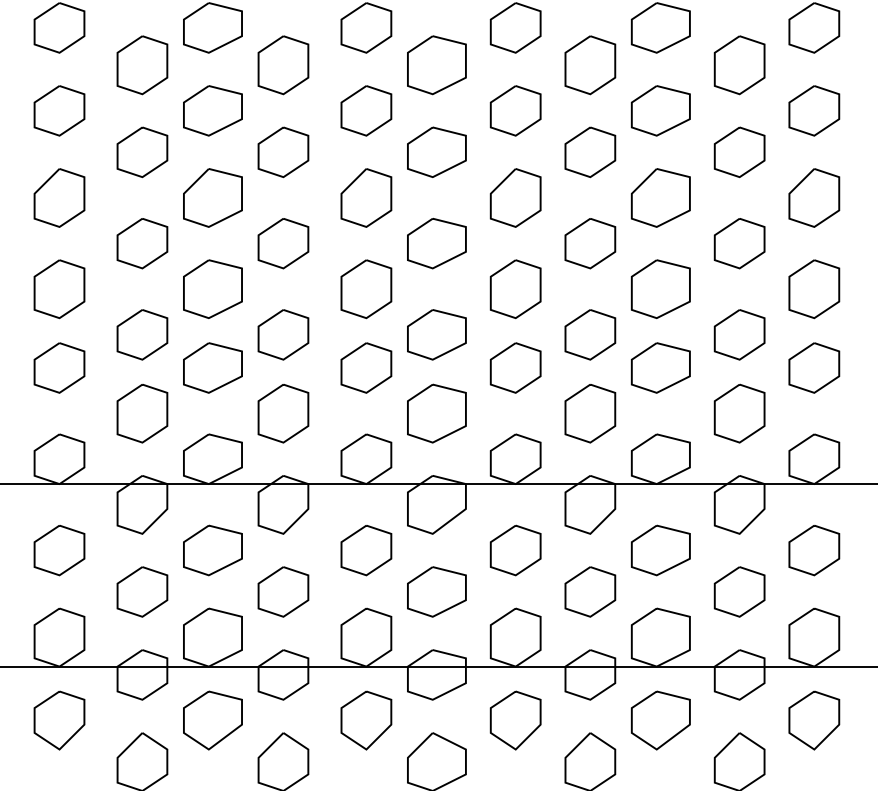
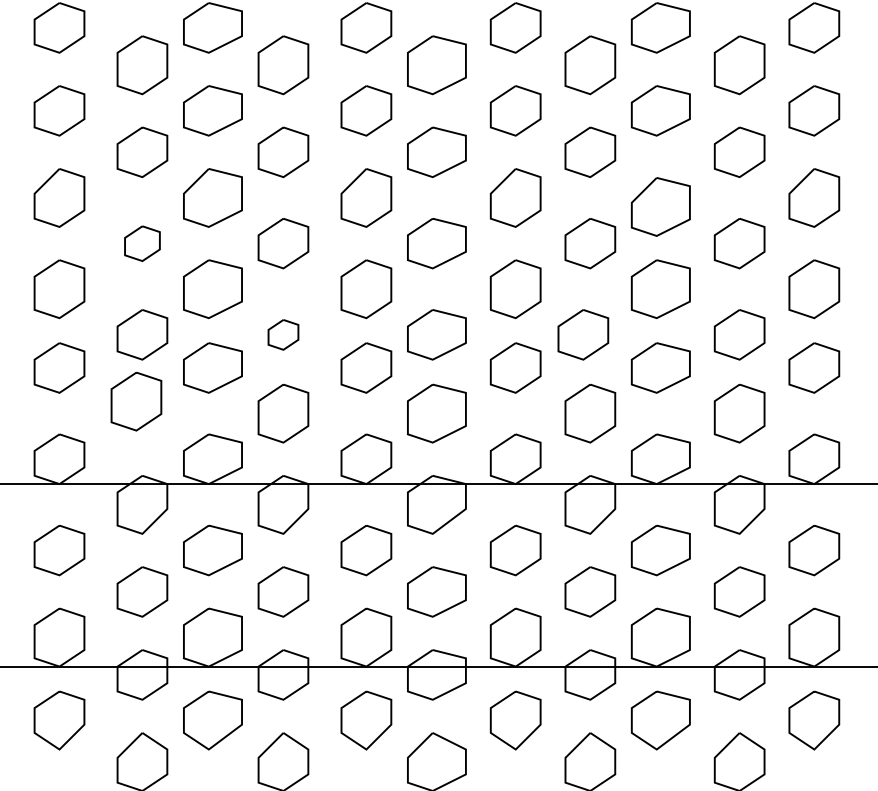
part at (660, 197) position: (660, 197) -> (660, 206)
part at (142, 243) size: 53x52 px -> 37x37 px
part at (283, 334) size: 53x52 px -> 33x32 px
part at (590, 334) position: (590, 334) -> (583, 334)
part at (142, 413) position: (142, 413) -> (136, 401)
